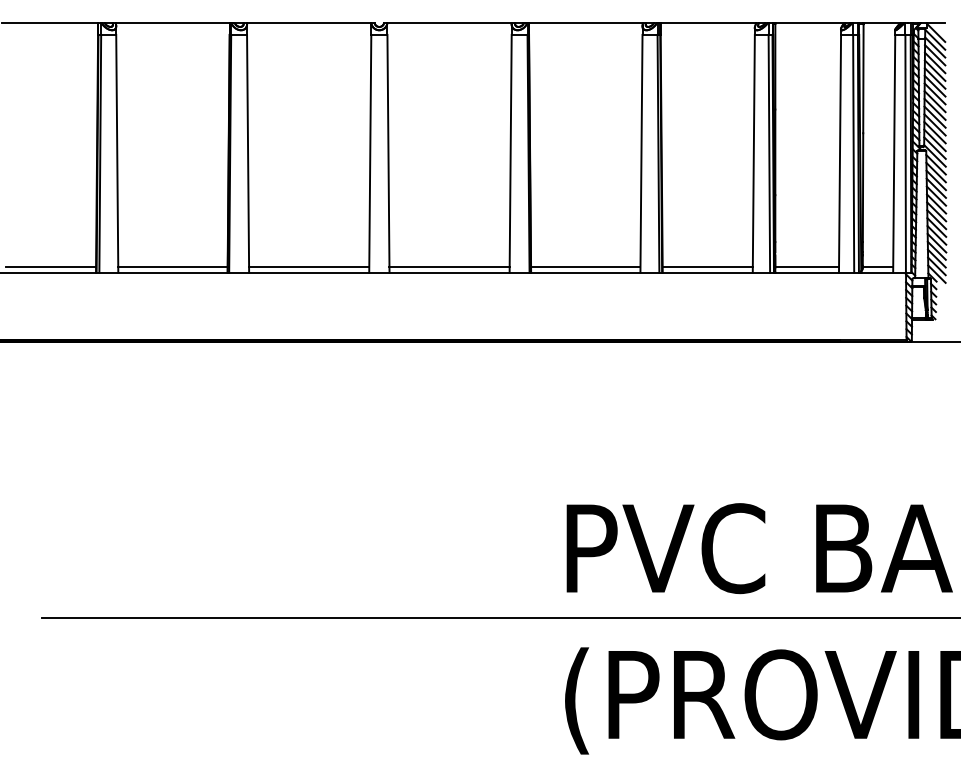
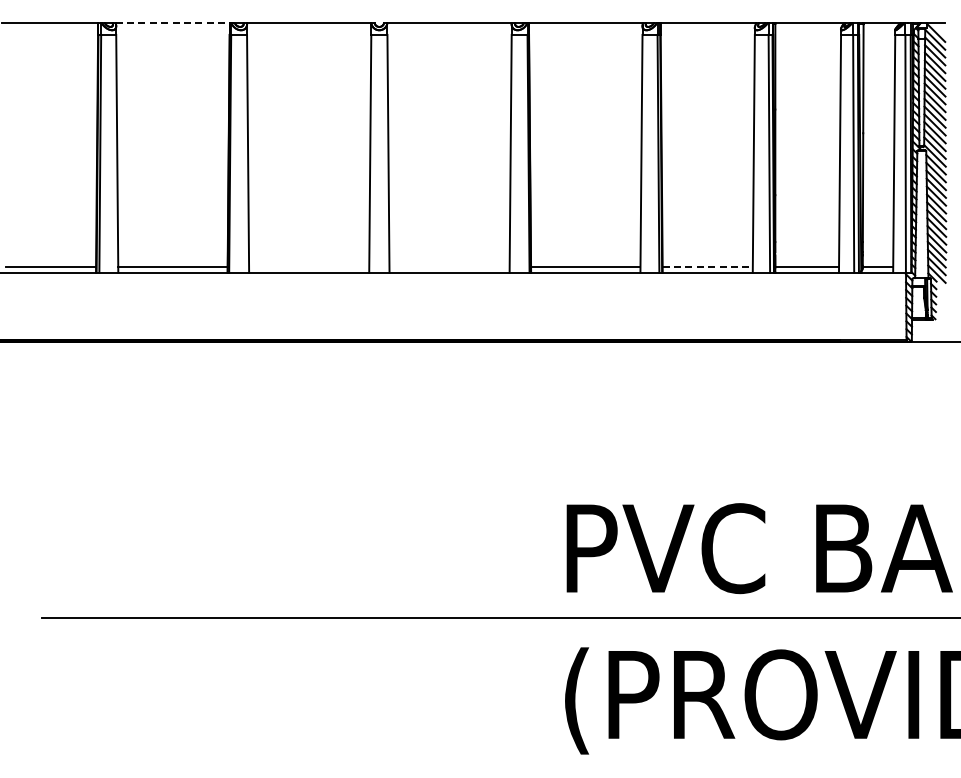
line at (173, 23): solid -> dashed
line at (309, 267): present -> none
line at (449, 267): present -> none
line at (708, 267): solid -> dashed
